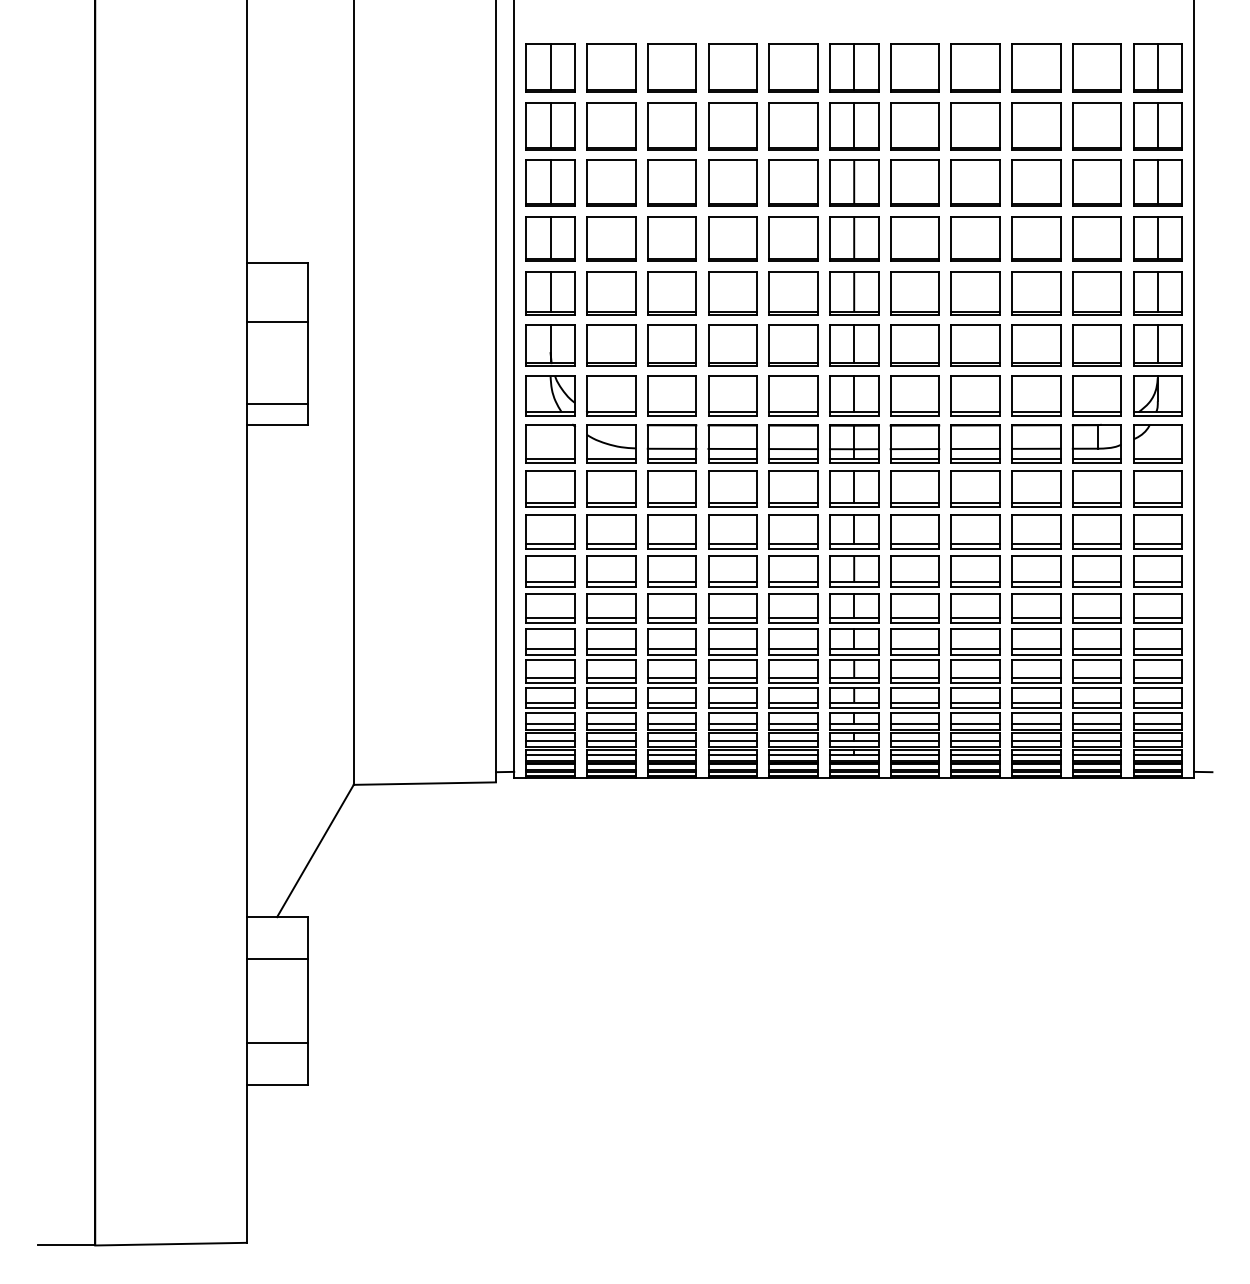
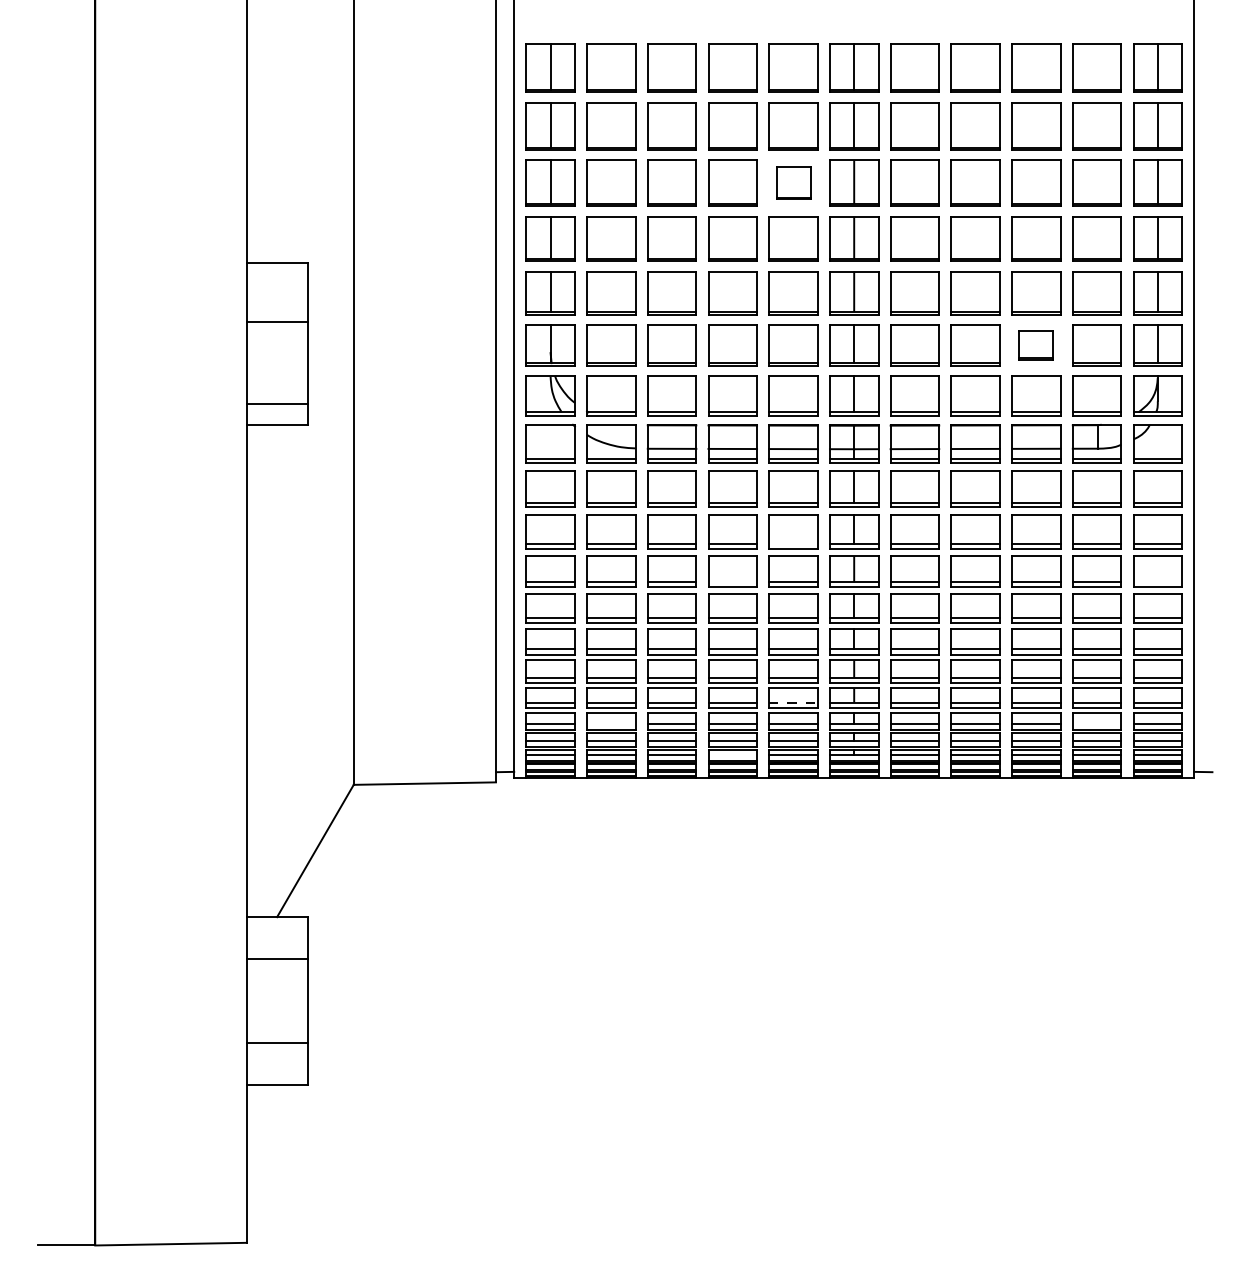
part at (793, 182) size: 51x48 px -> 36x34 px
part at (1036, 345) size: 51x43 px -> 36x31 px
line at (793, 544): present -> none
line at (732, 582): present -> none
line at (1157, 582): present -> none
line at (793, 702): solid -> dashed
line at (611, 723): present -> none
line at (1096, 723): present -> none
line at (732, 754): present -> none
